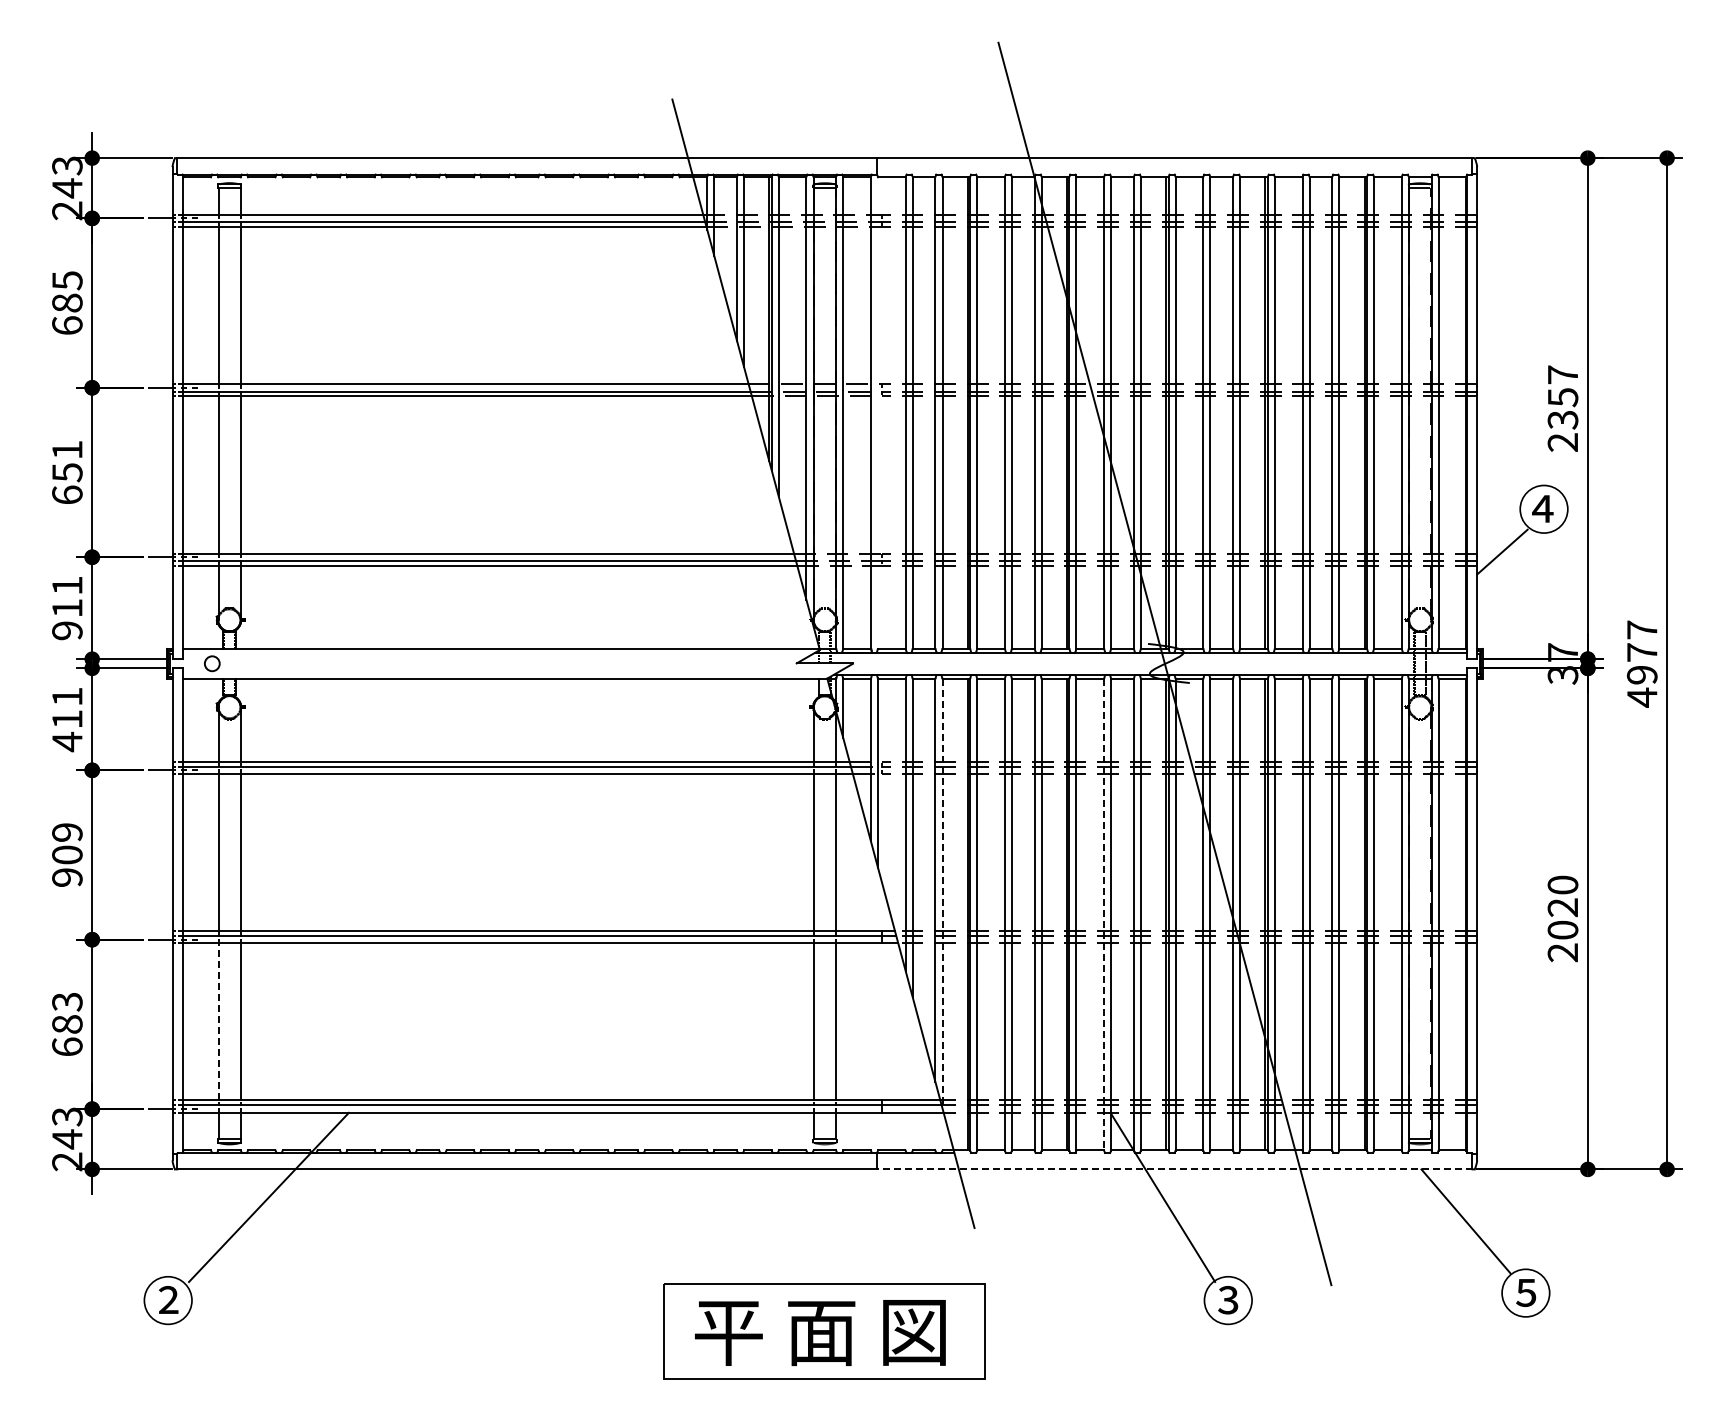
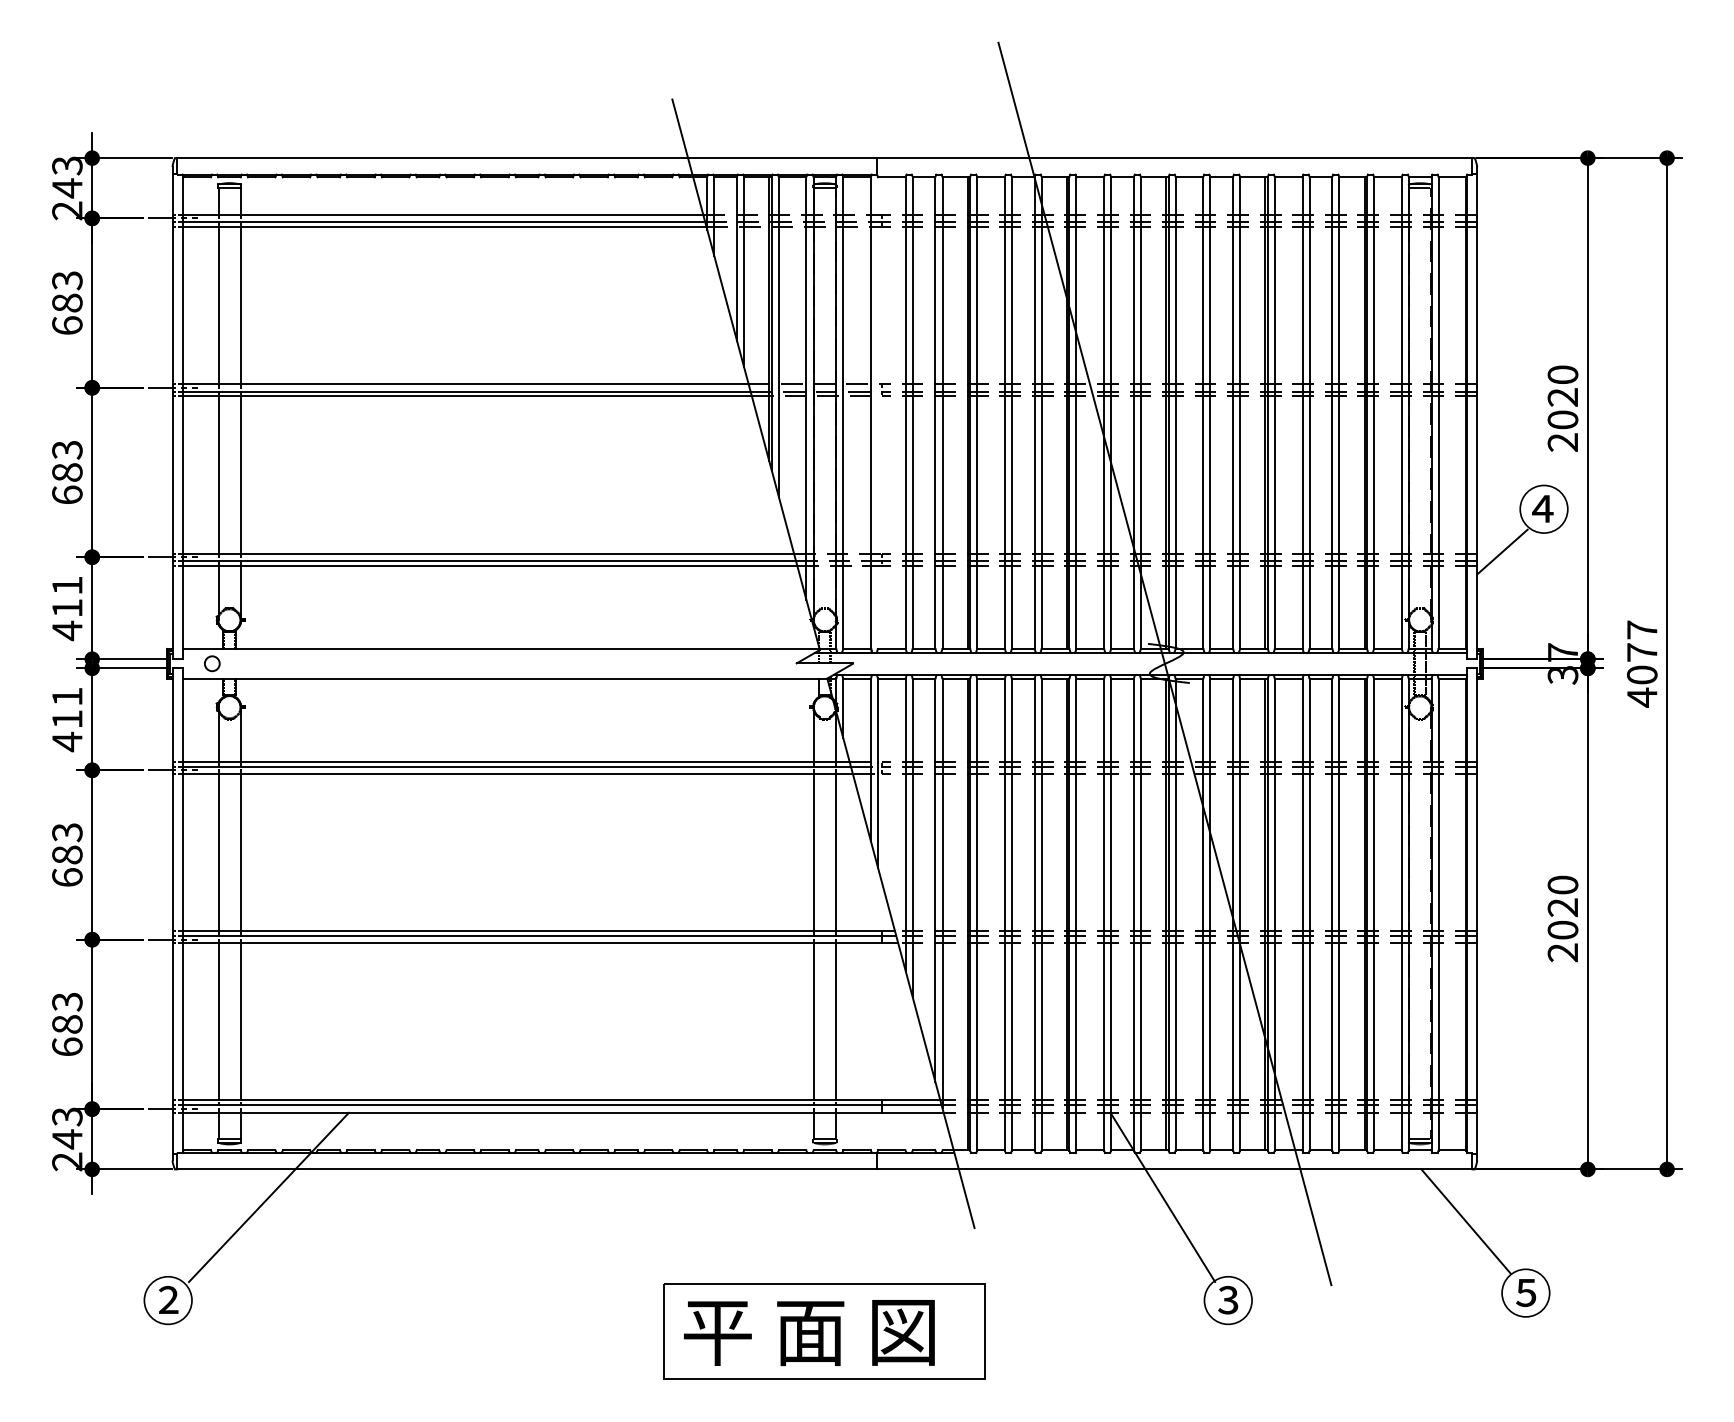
text at (67, 280): 685 -> 683
text at (1562, 397): 2357 -> 2020
text at (67, 461): 651 -> 683
text at (67, 630): 911 -> 411
text at (1642, 674): 4977 -> 4077
text at (67, 854): 909 -> 683
line at (942, 893): dashed -> solid
line at (1104, 915): dashed -> solid
line at (218, 1021): dashed -> solid
line at (1174, 1169): dashed -> solid
text at (820, 1332) position: (820, 1332) -> (809, 1332)
